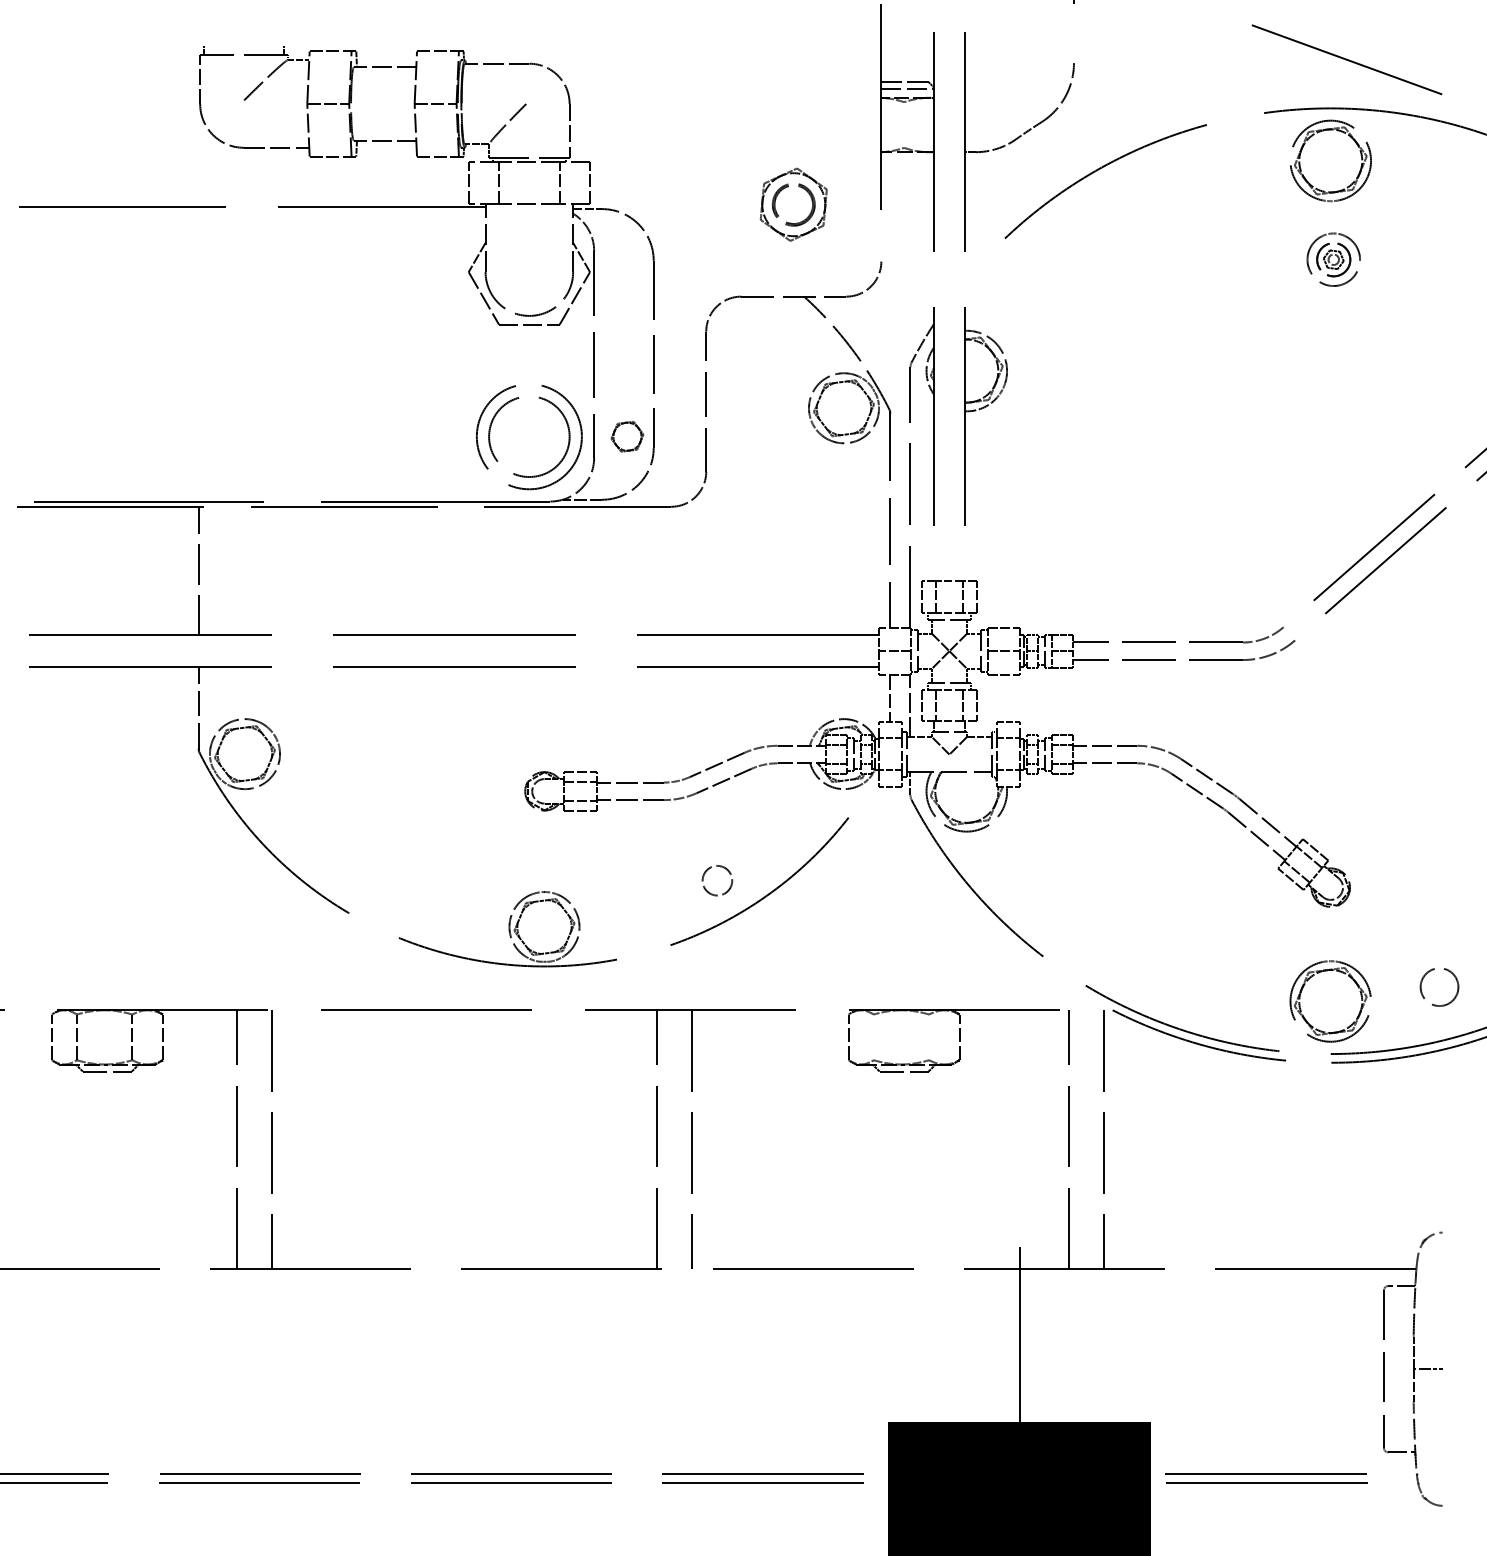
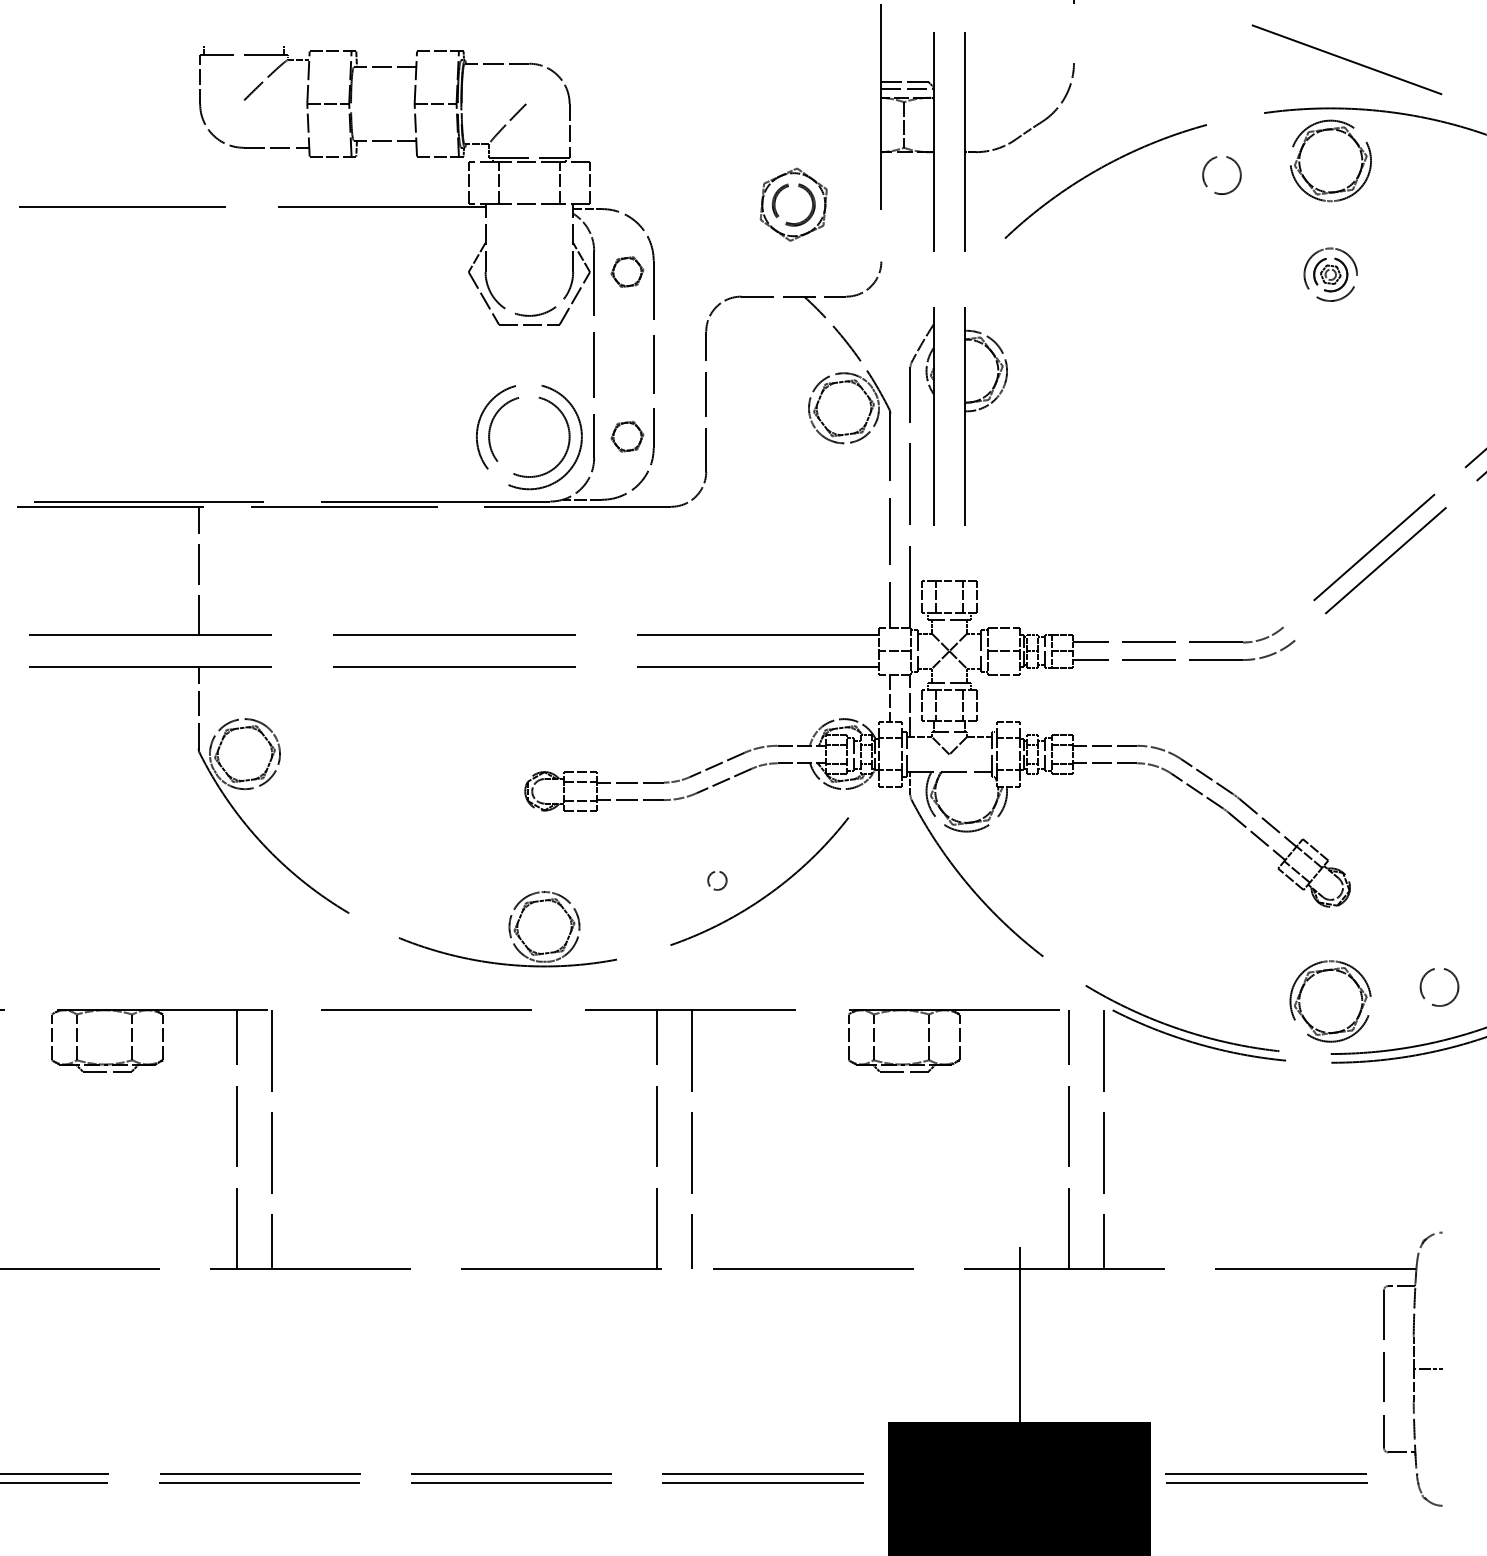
line at (904, 124): none -> present
circle at (1221, 175): none -> present
part at (1333, 259) position: (1333, 259) -> (1330, 274)
part at (627, 271): none -> present
circle at (717, 880) diameter: 30 px -> 19 px
line at (873, 1037): none -> present
line at (929, 1037): none -> present
